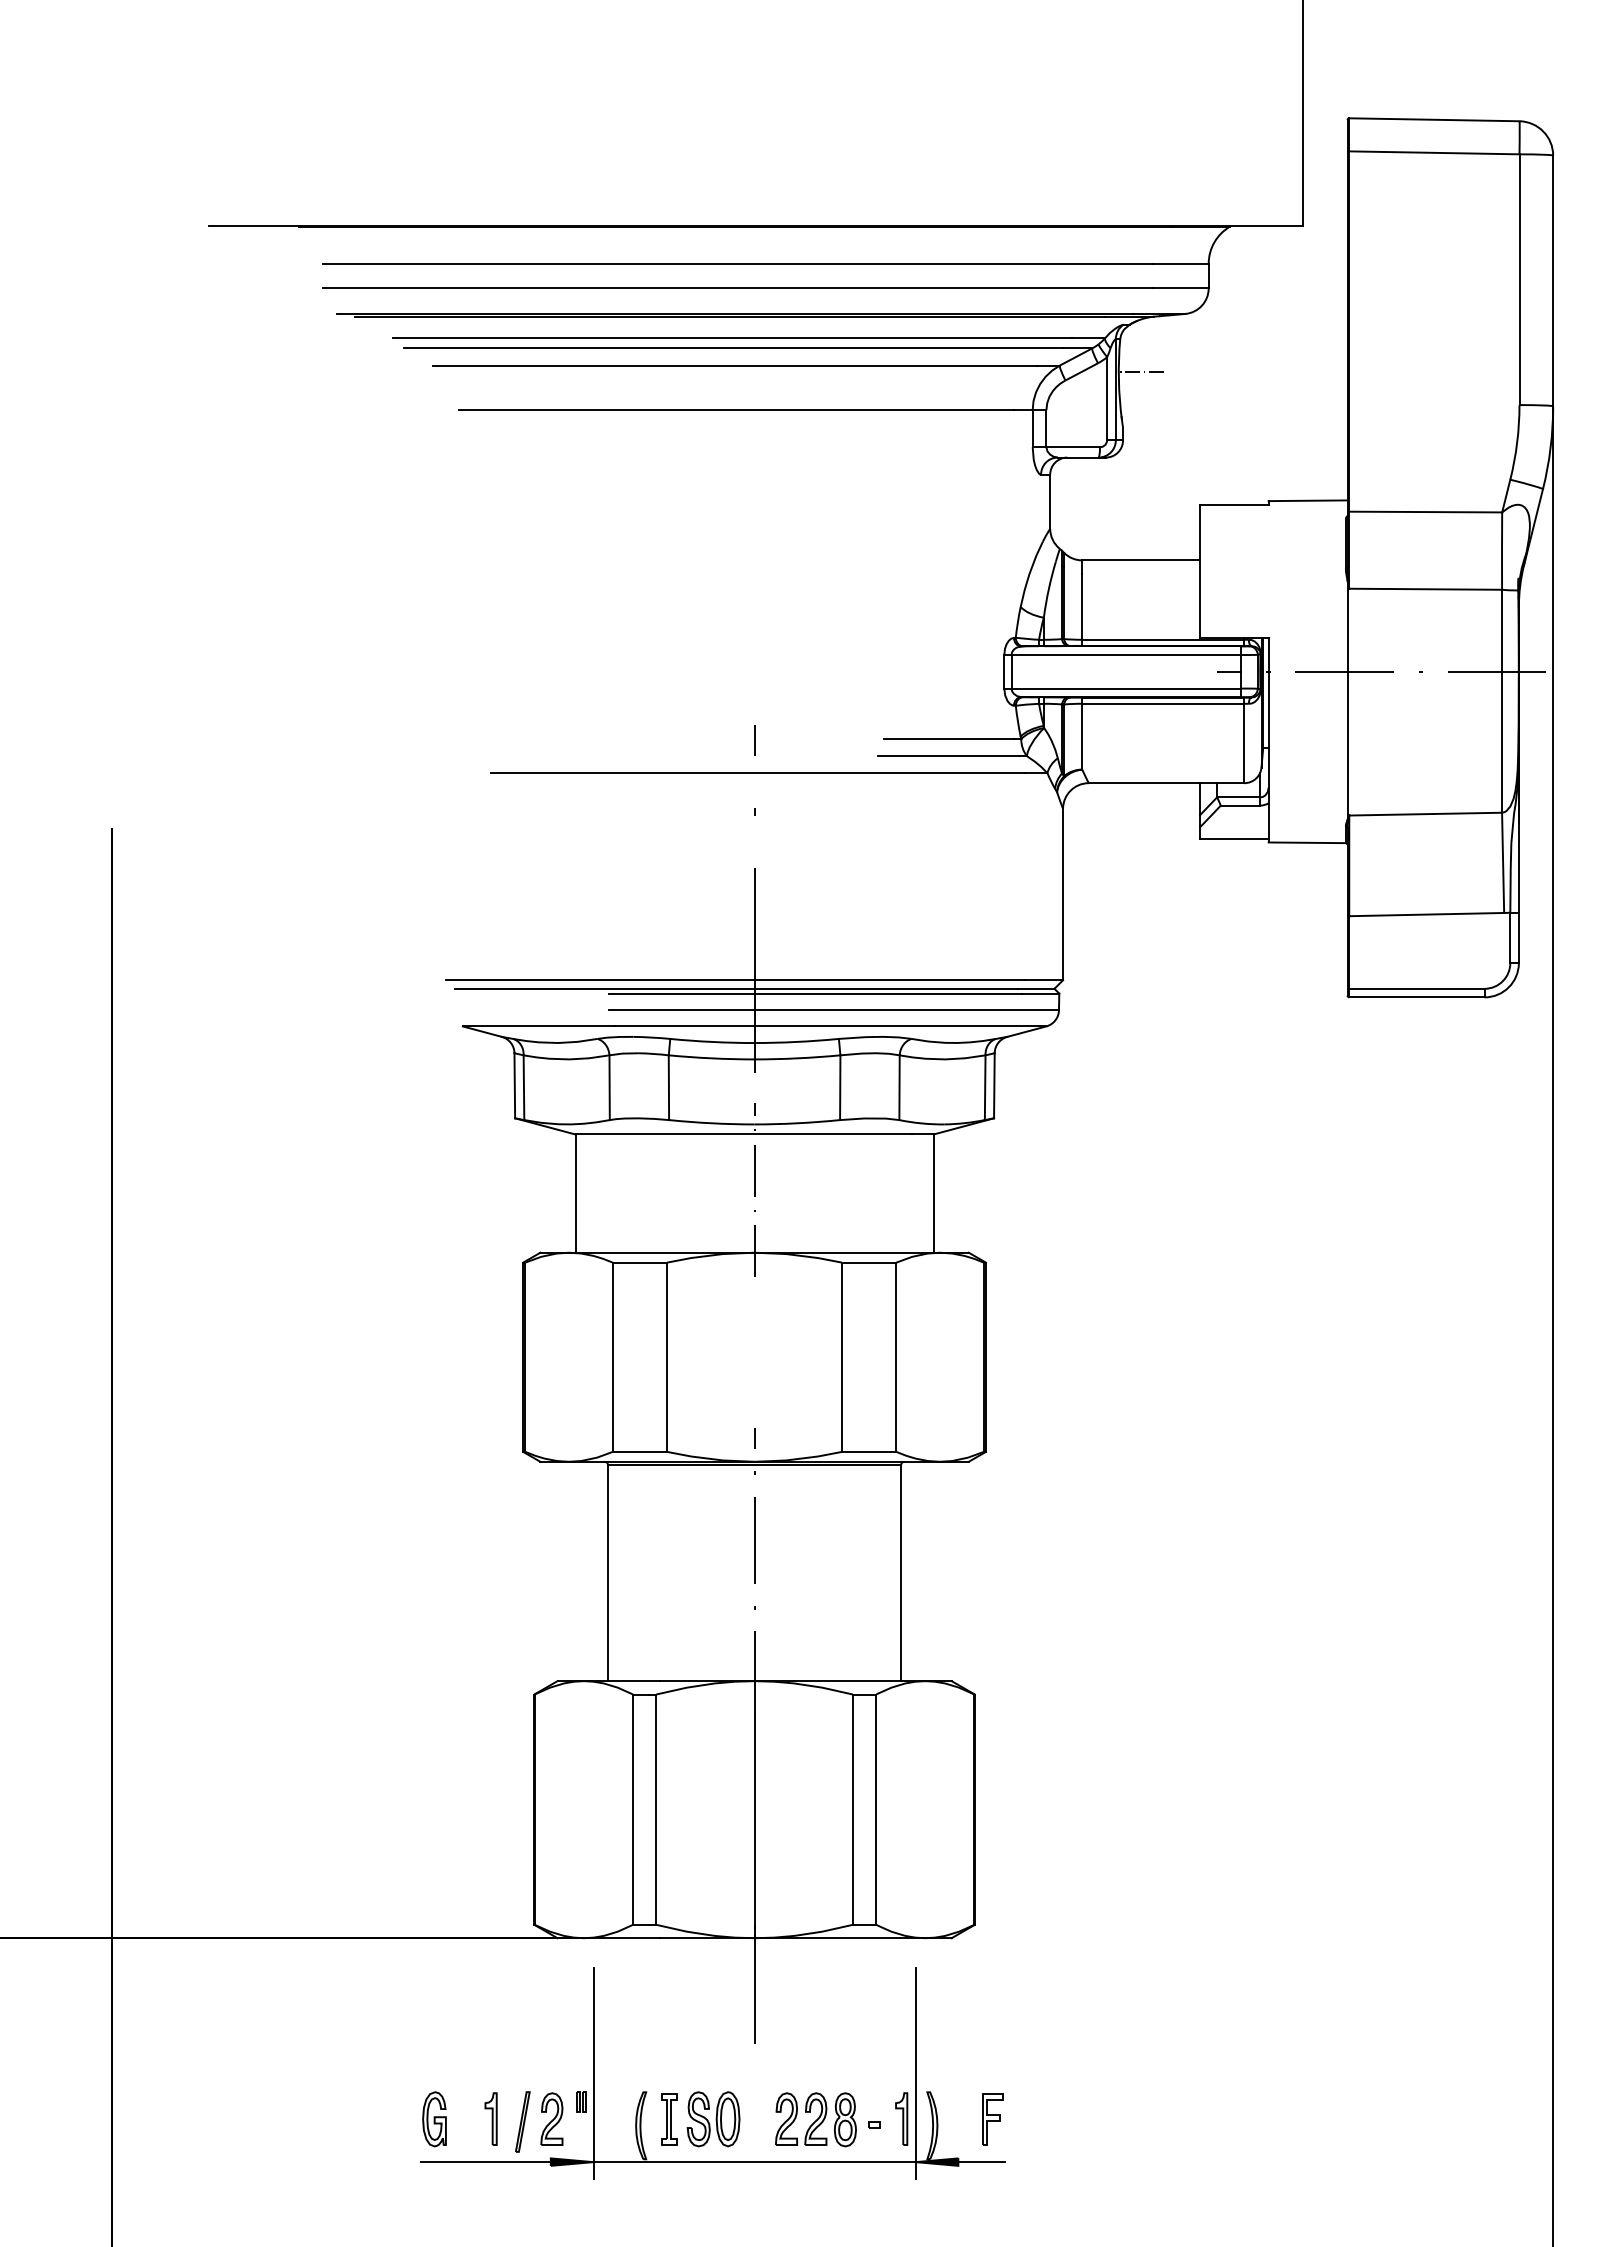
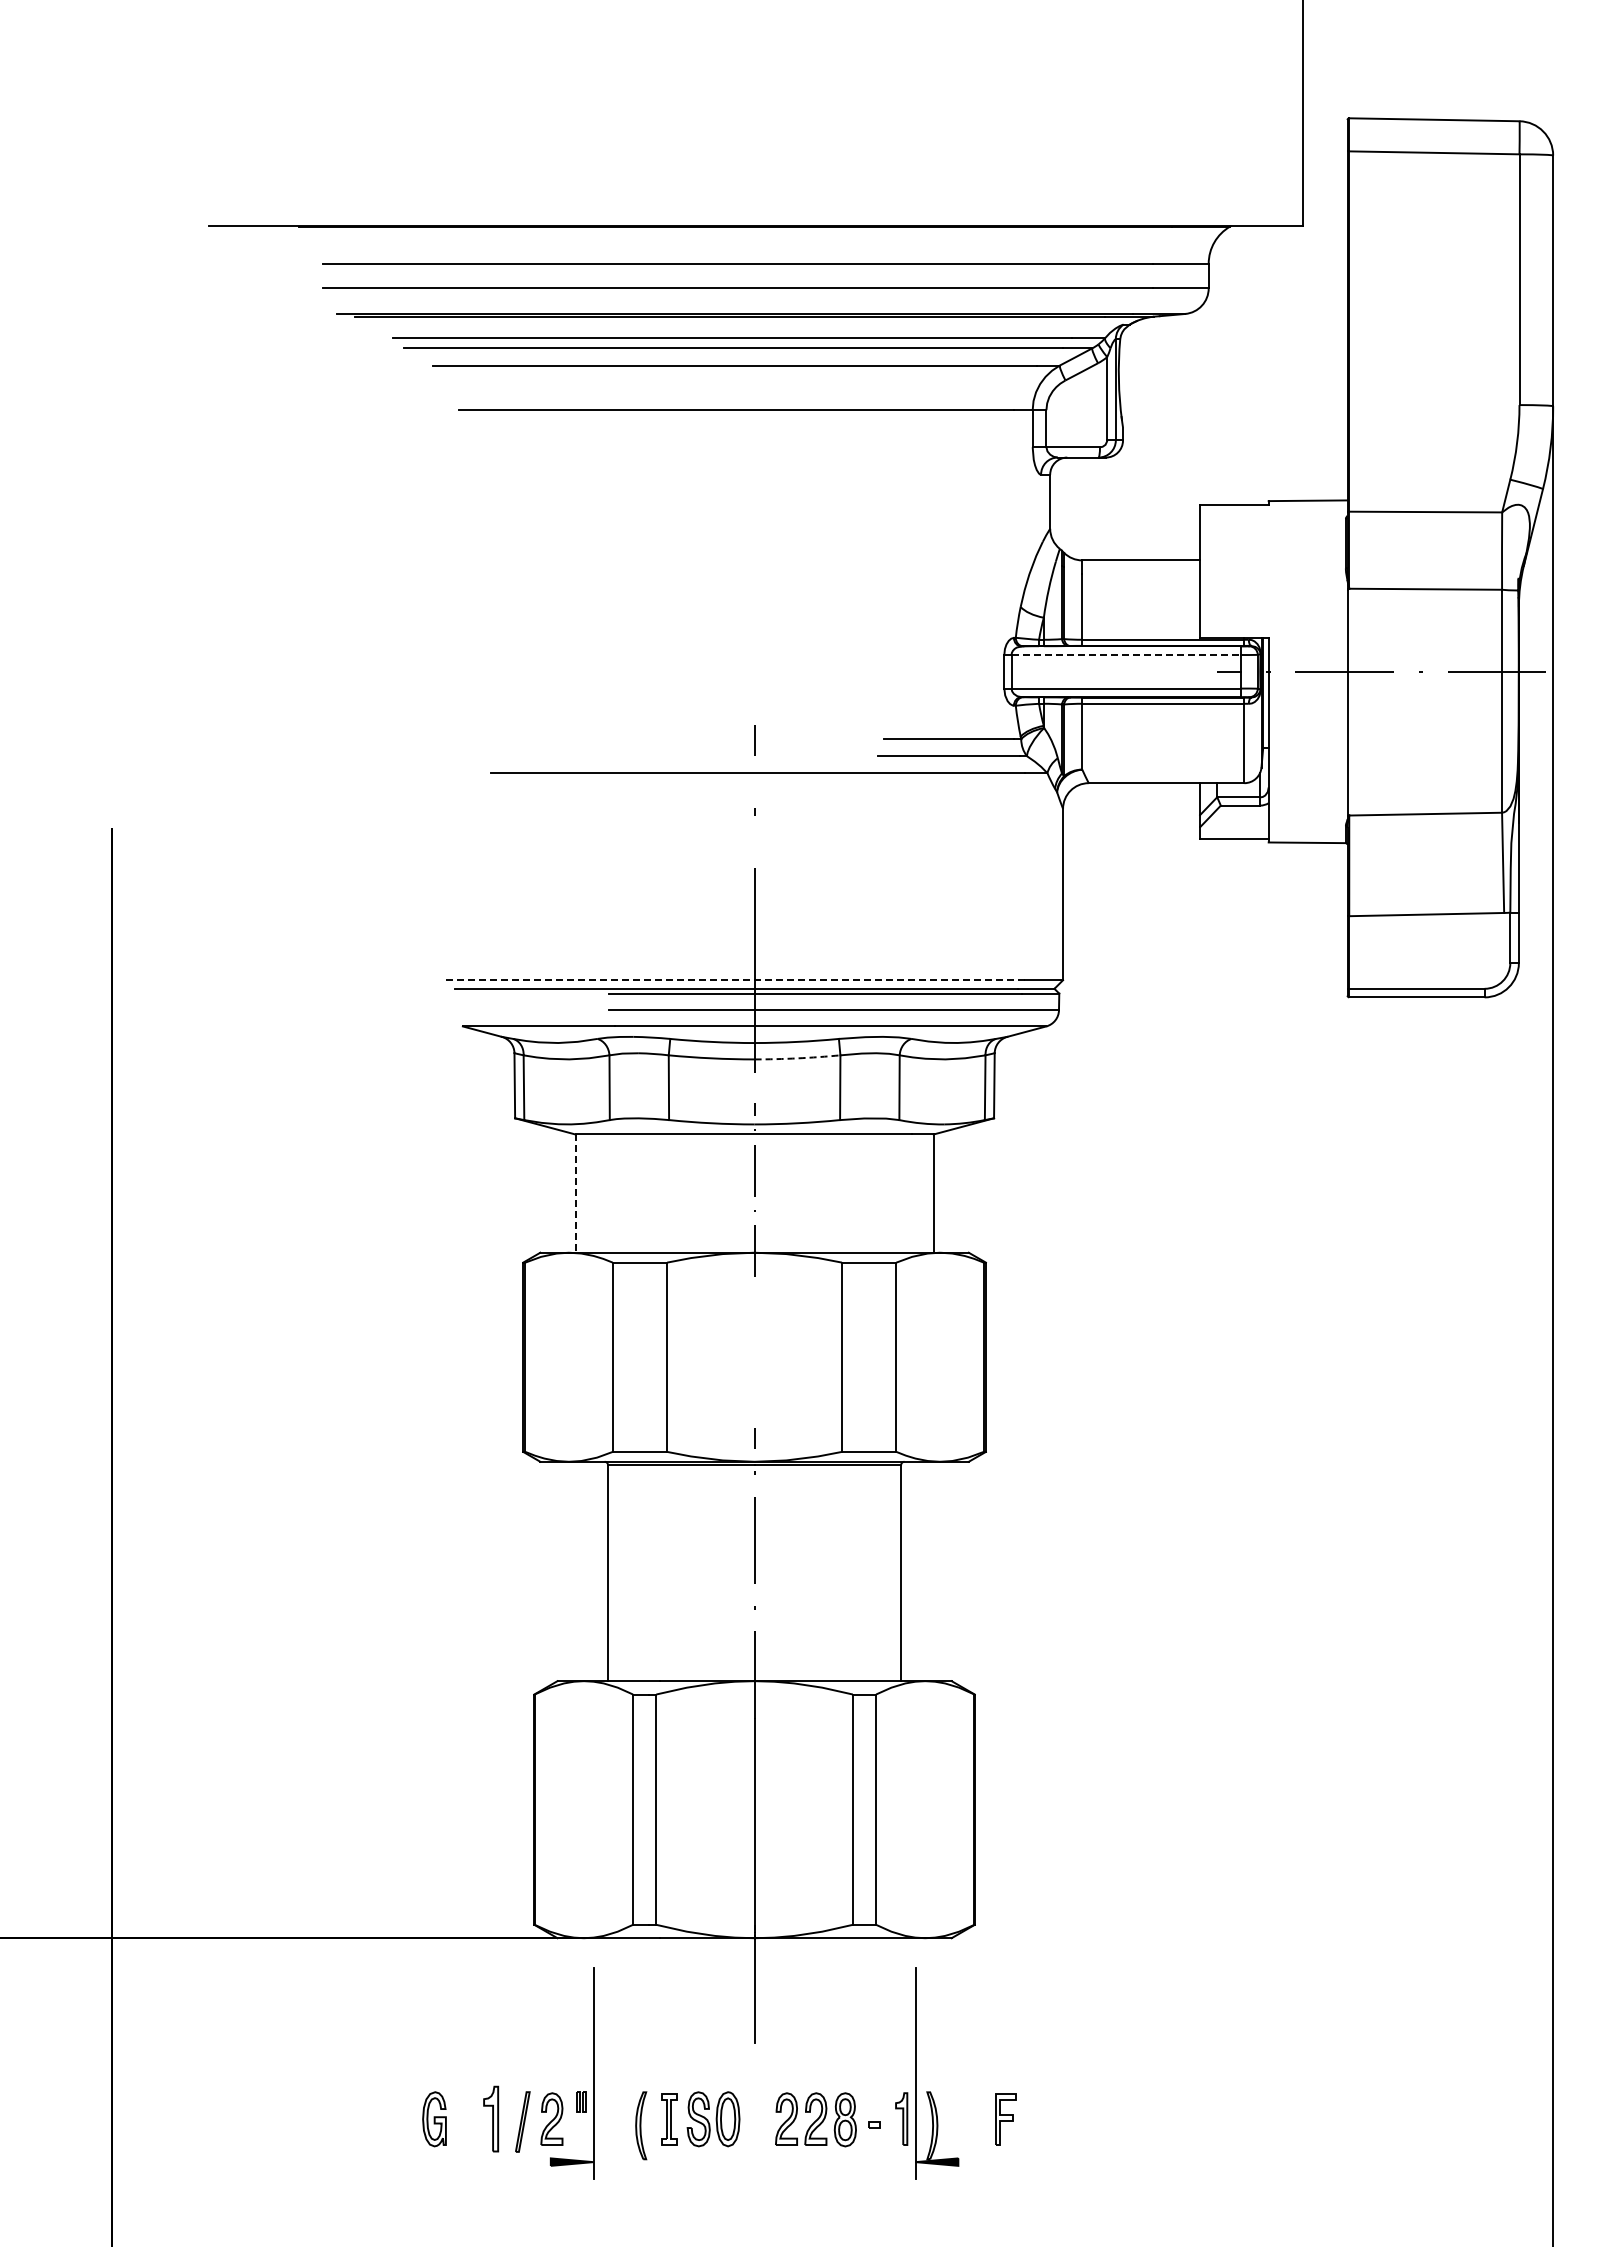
line at (1138, 371): present -> none
line at (1126, 655): solid -> dashed
line at (735, 980): solid -> dashed
arc at (797, 1058): solid -> dashed
line at (575, 1194): solid -> dashed
part at (490, 2118) size: 14x54 px -> 17x68 px
part at (992, 2119) position: (992, 2119) -> (1005, 2119)
line at (485, 2162): present -> none
line at (754, 2162): present -> none
line at (981, 2162): present -> none
